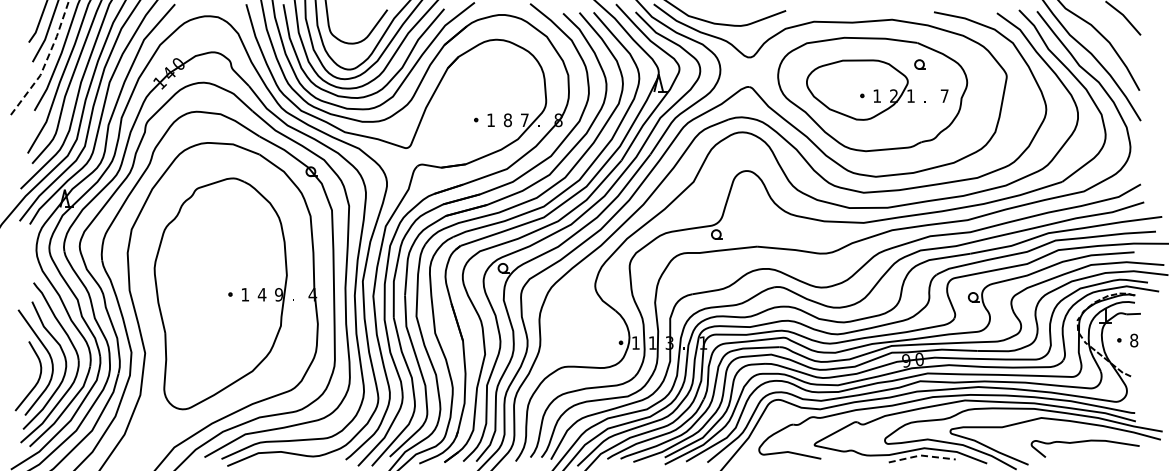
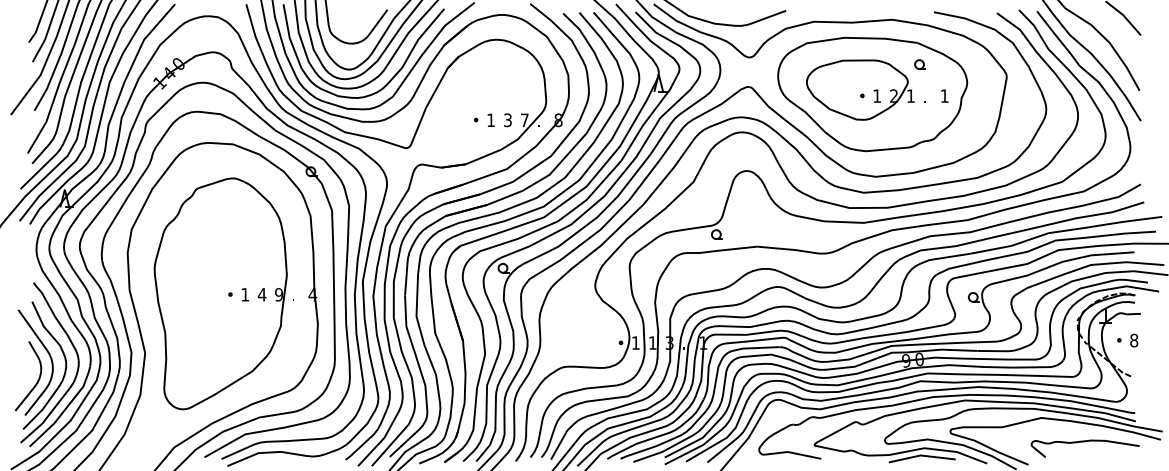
line at (46, 60): dashed -> solid
text at (944, 95): 7 -> 1
text at (507, 120): 8 -> 3
line at (921, 455): dashed -> solid
